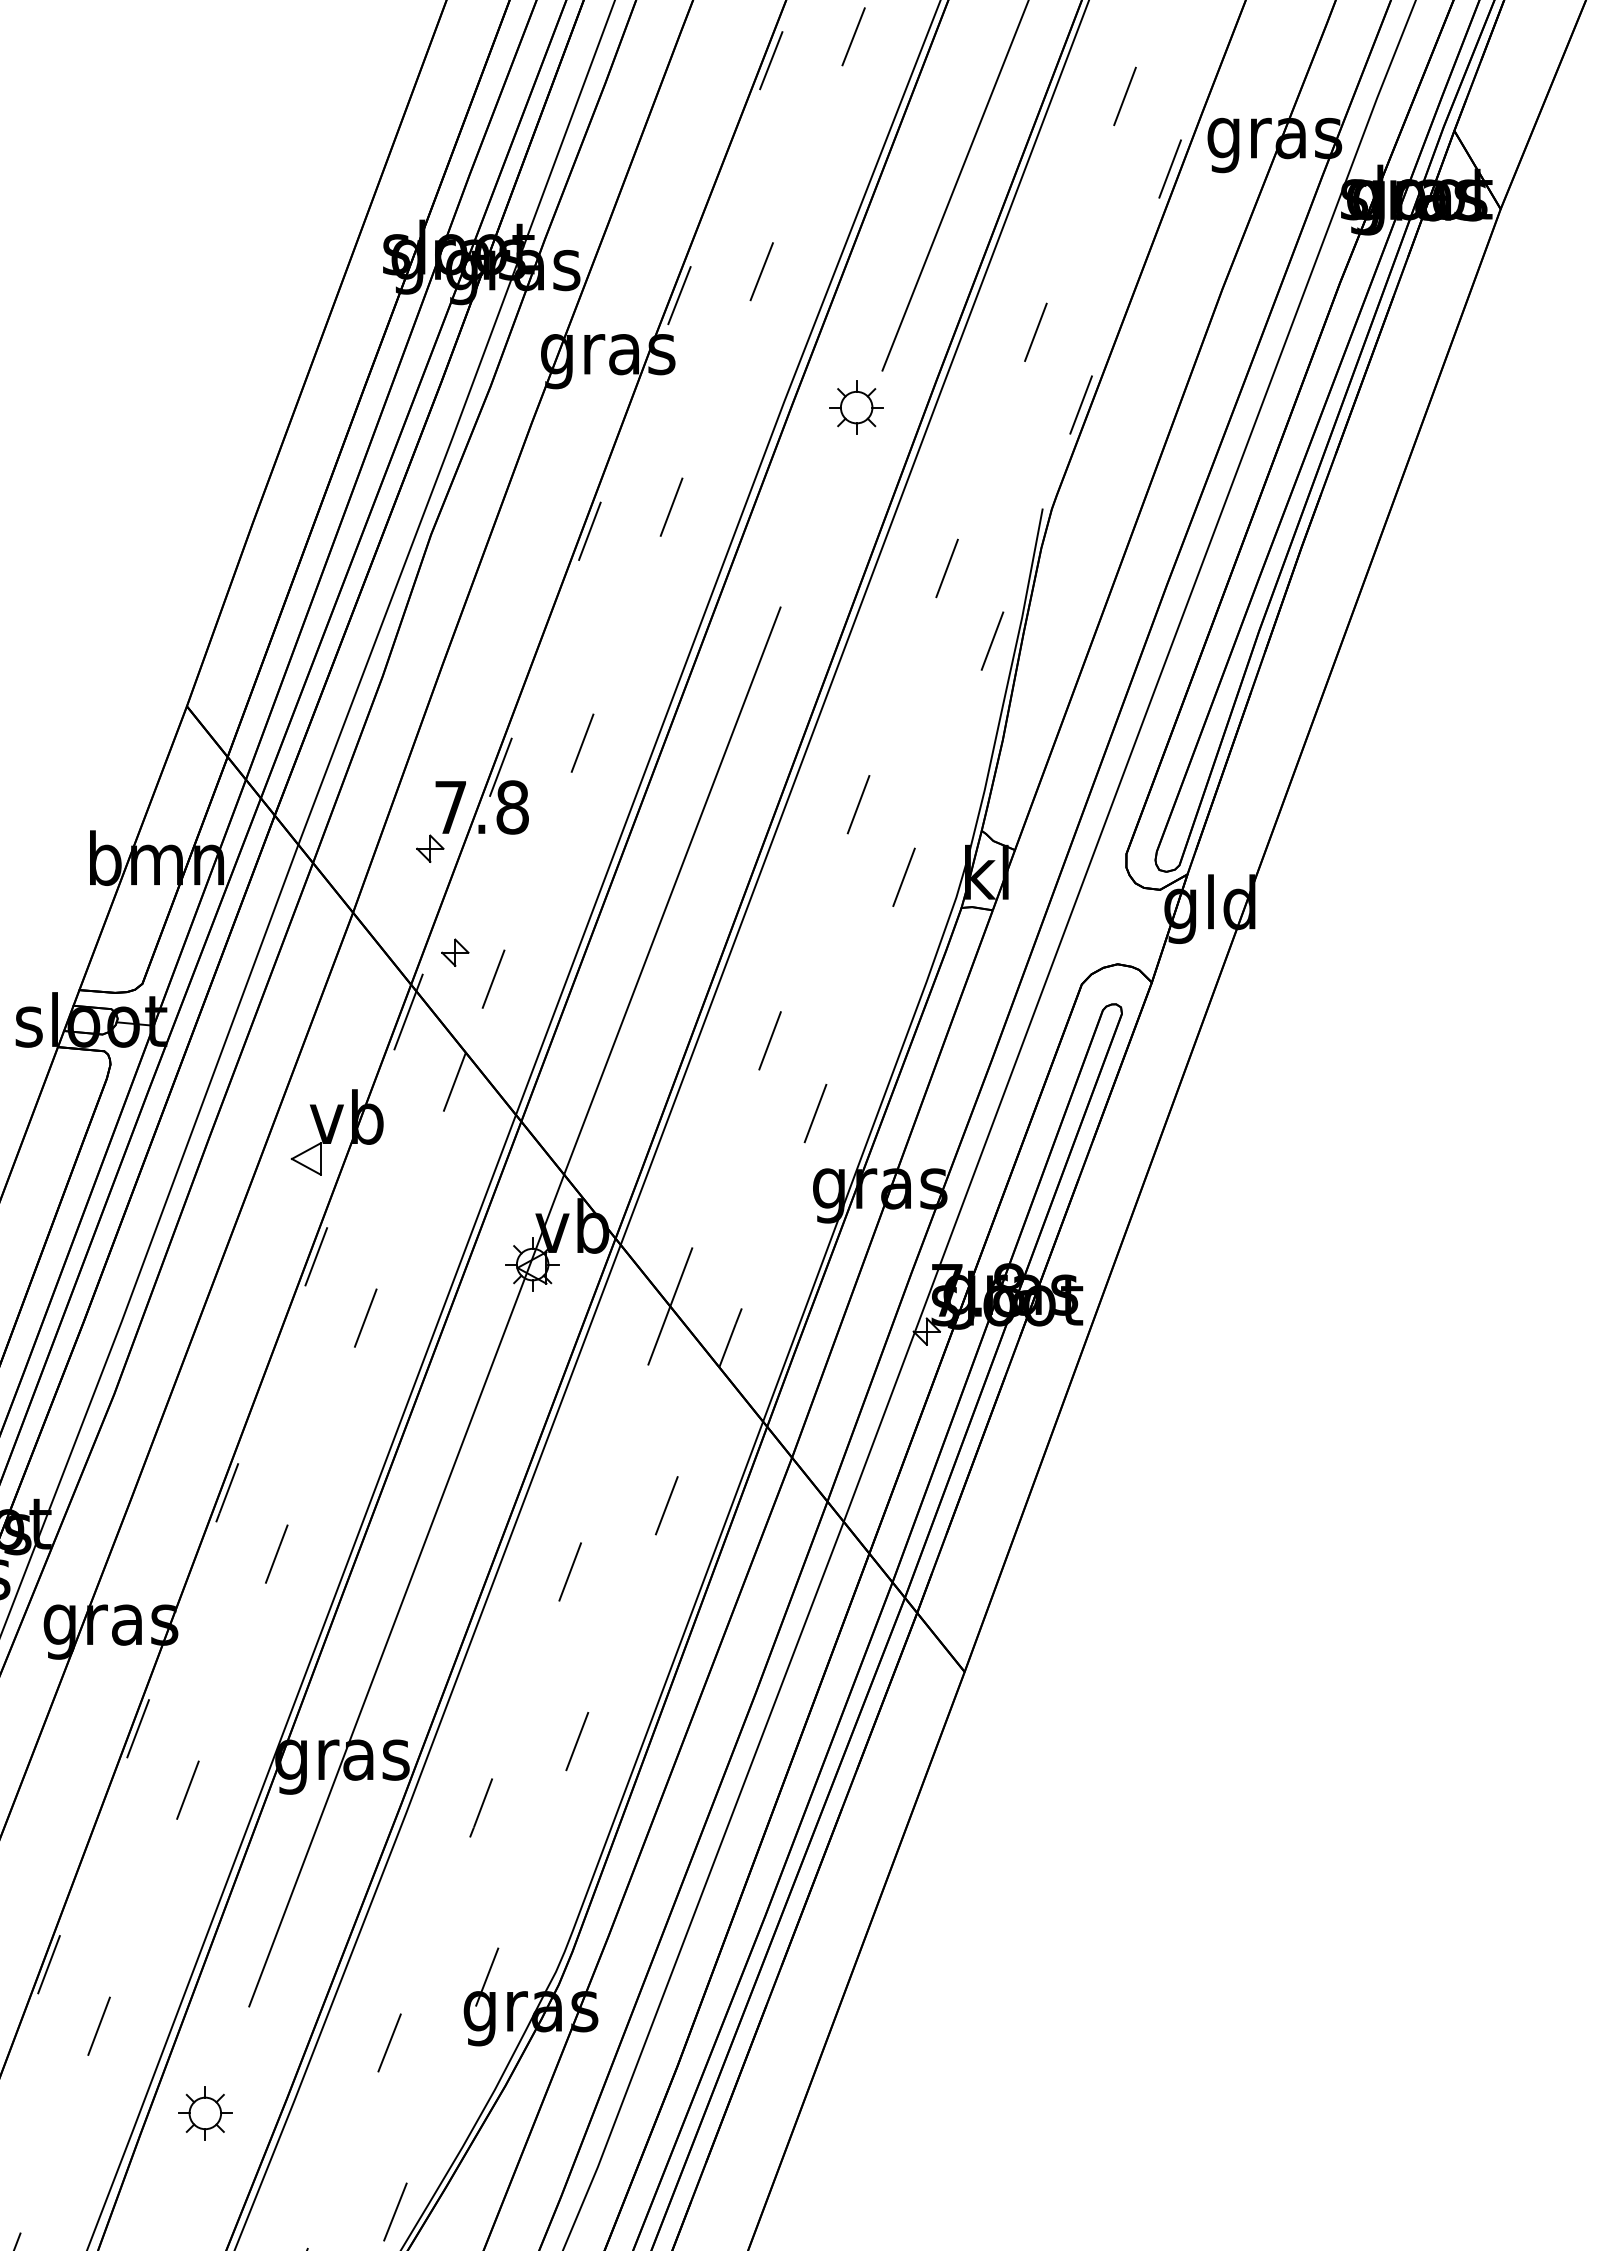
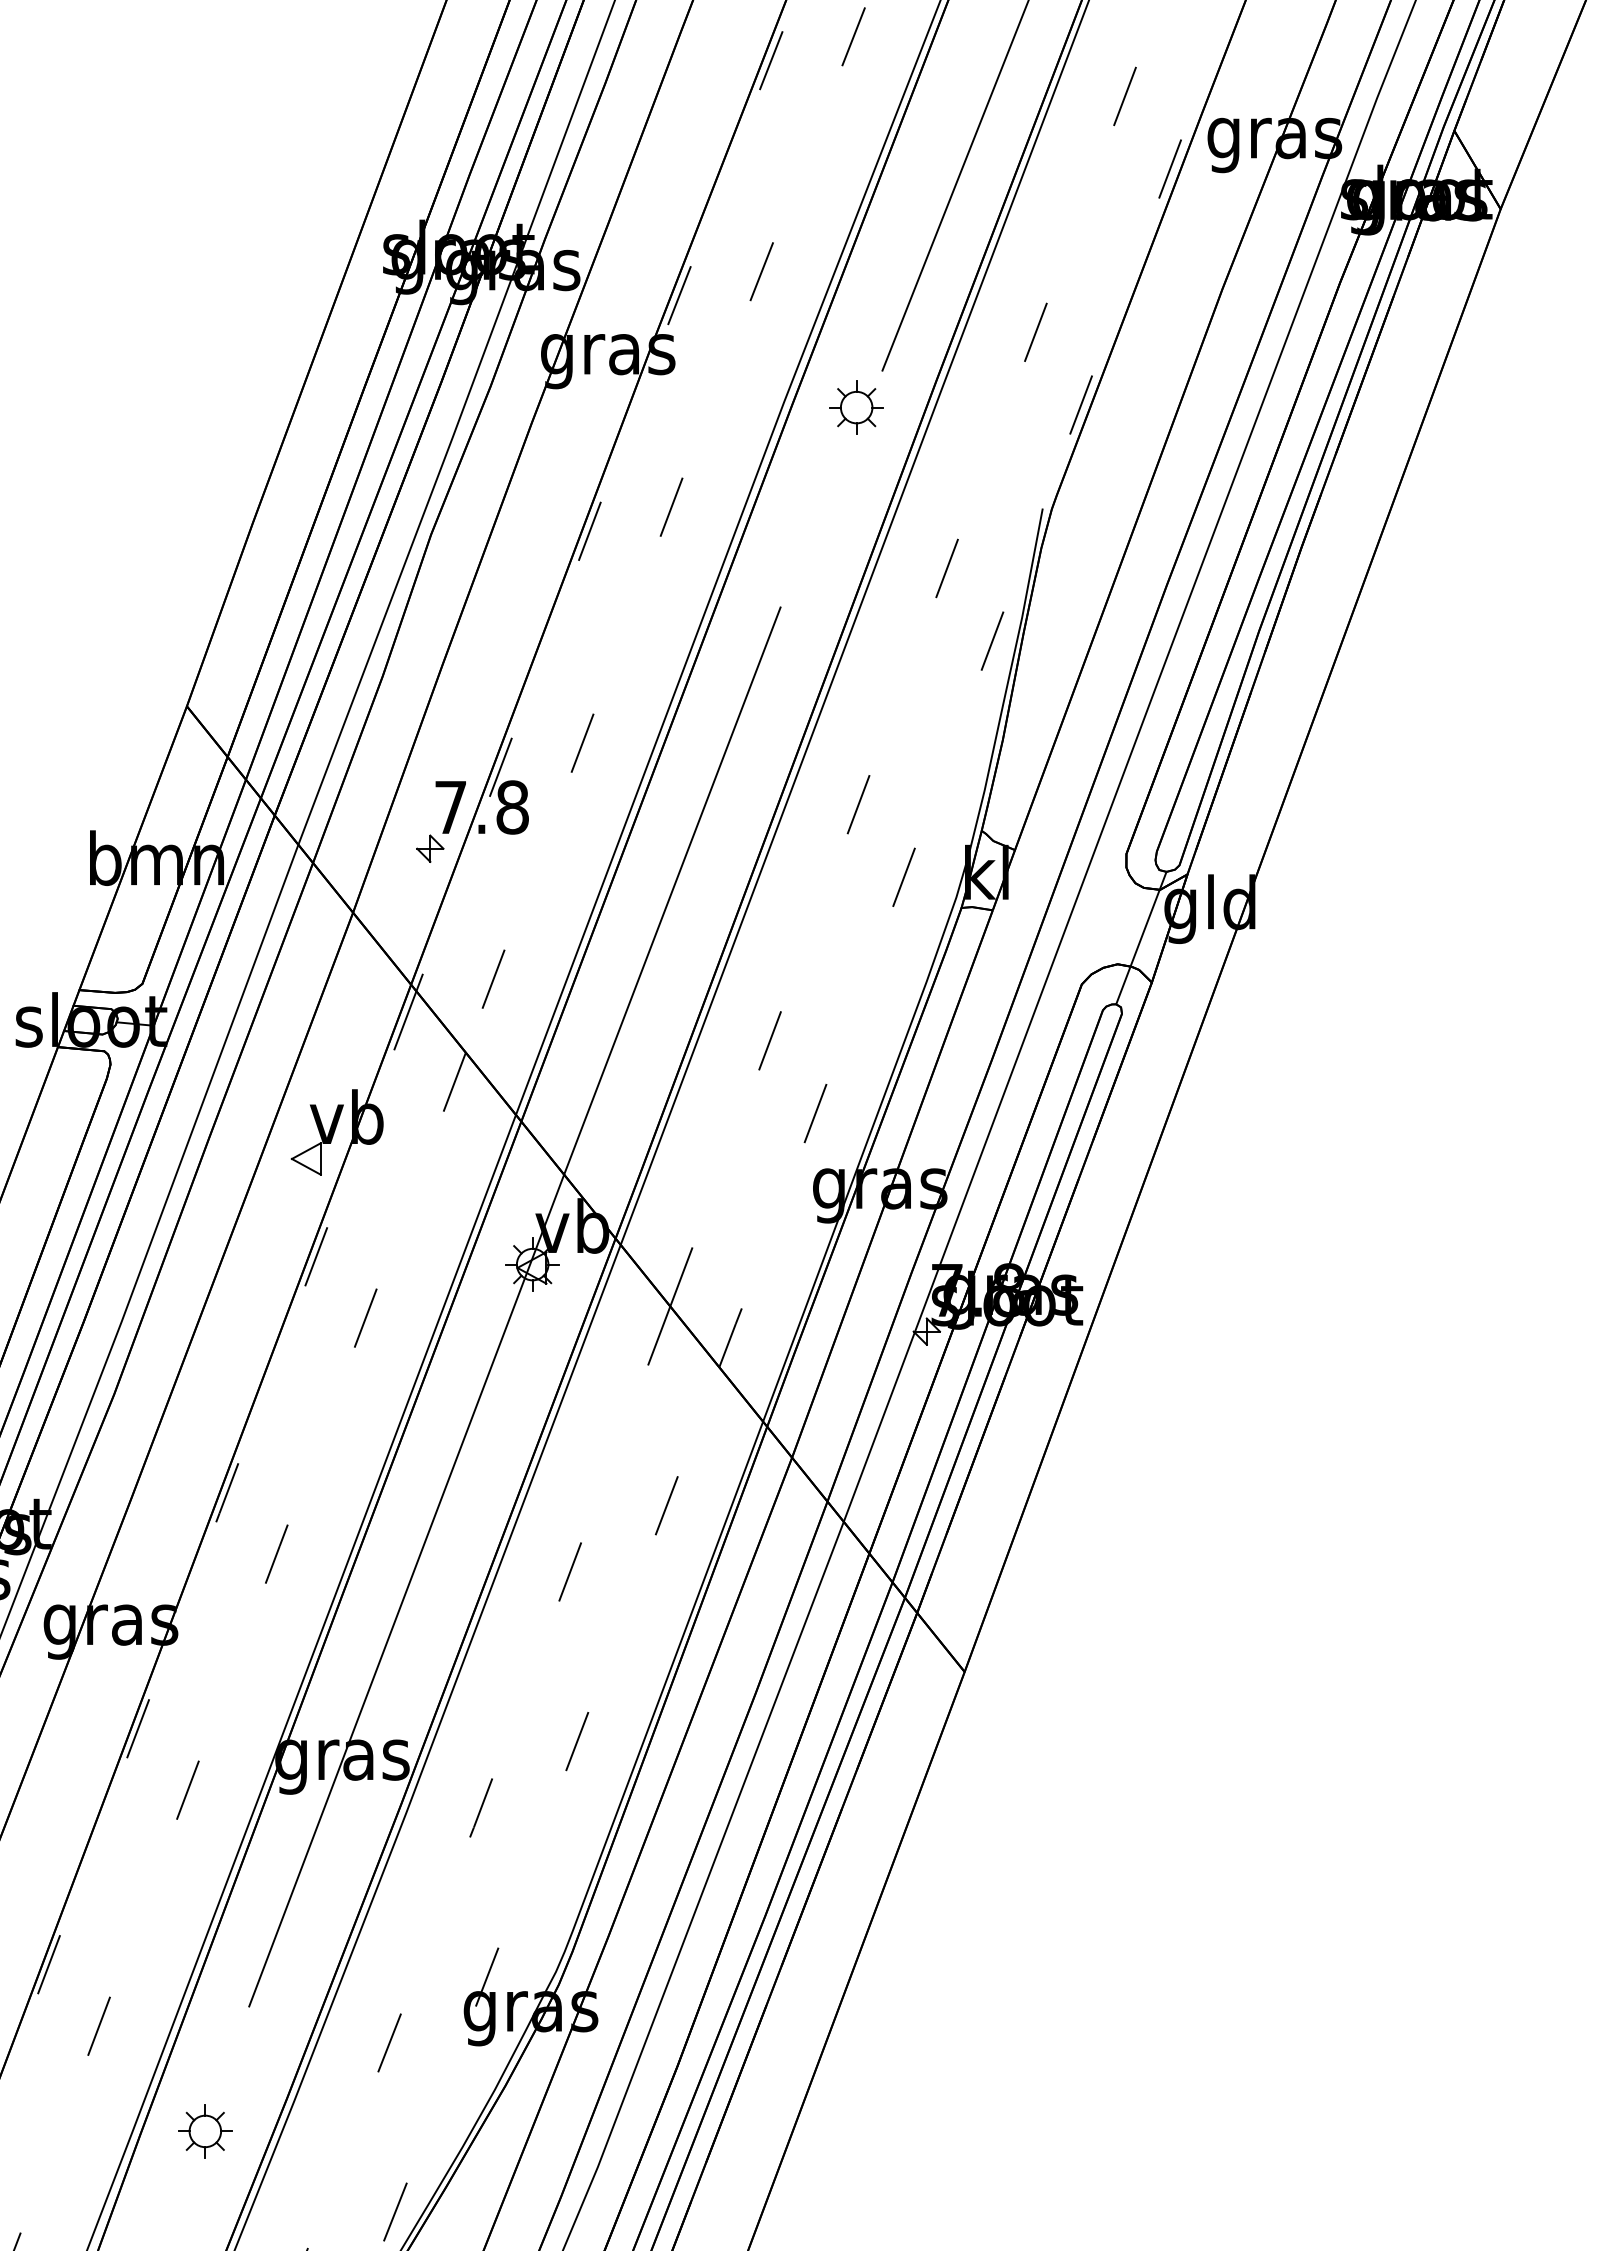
line at (1141, 937): none -> present
part at (455, 952): present -> none
part at (205, 2113) position: (205, 2113) -> (205, 2131)
